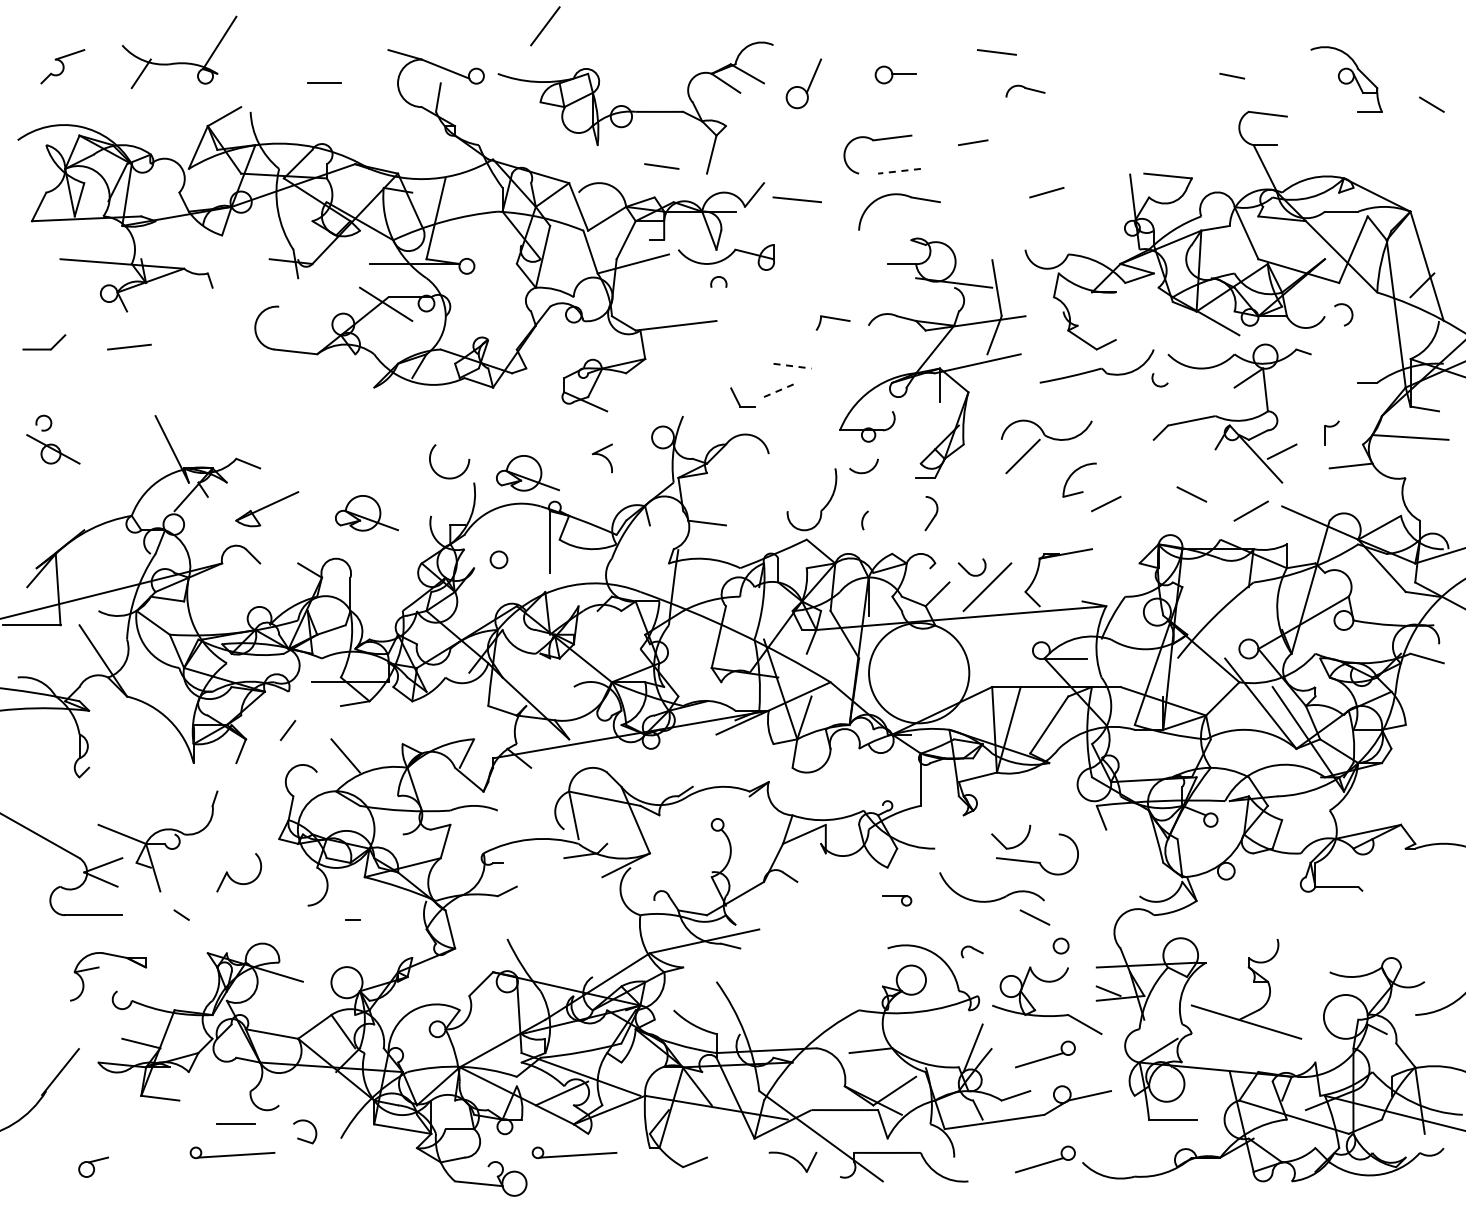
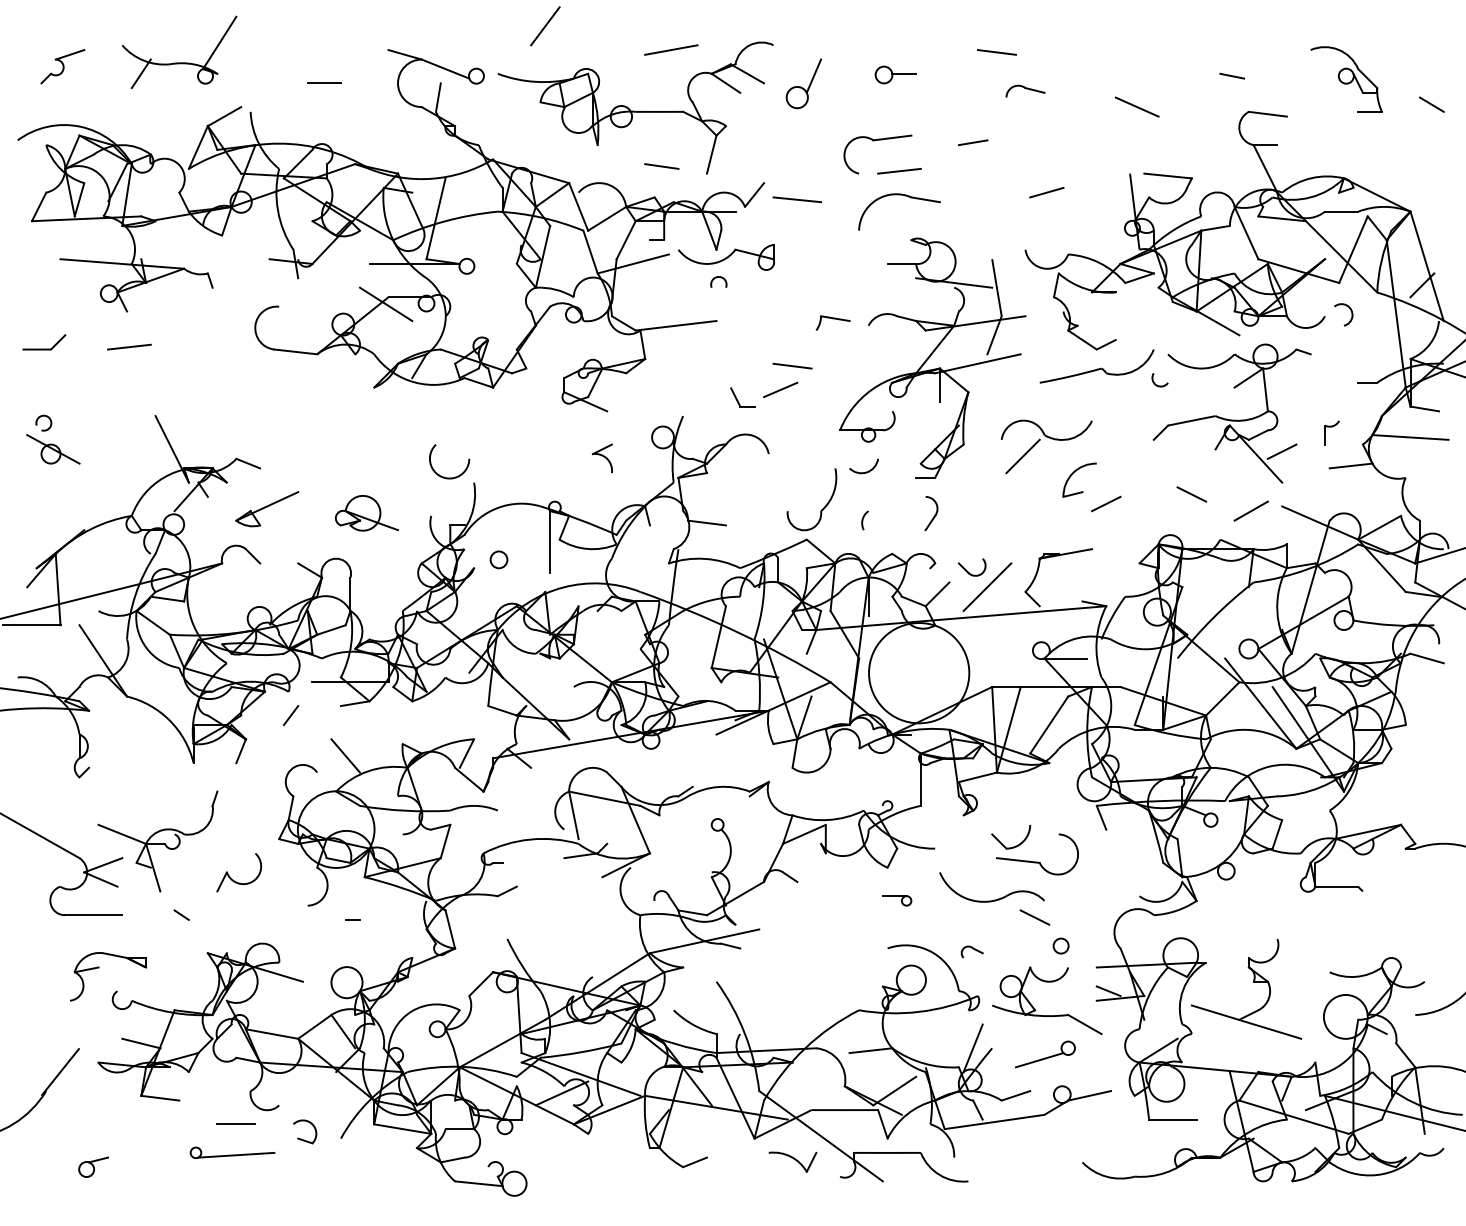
line at (671, 49): none -> present
line at (1136, 106): none -> present
line at (899, 171): dashed -> solid
line at (793, 366): dashed -> solid
line at (781, 389): dashed -> solid
part at (527, 473): present -> none
line at (287, 730) position: (287, 730) -> (290, 715)
part at (574, 1152): present -> none
part at (1045, 1159): present -> none
